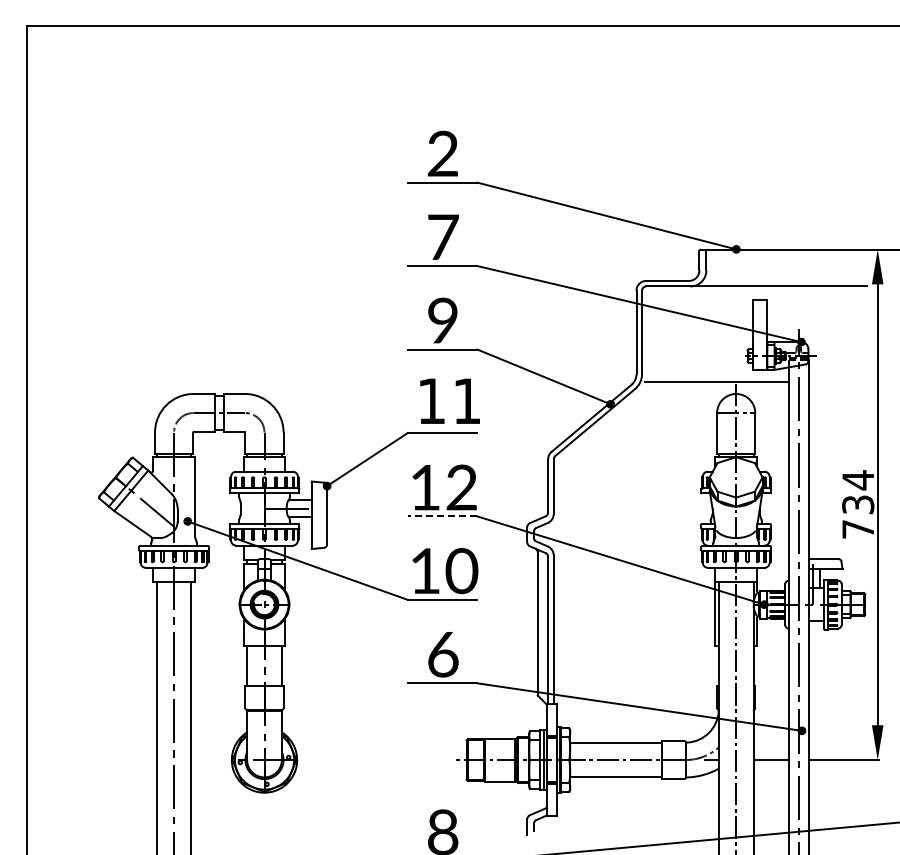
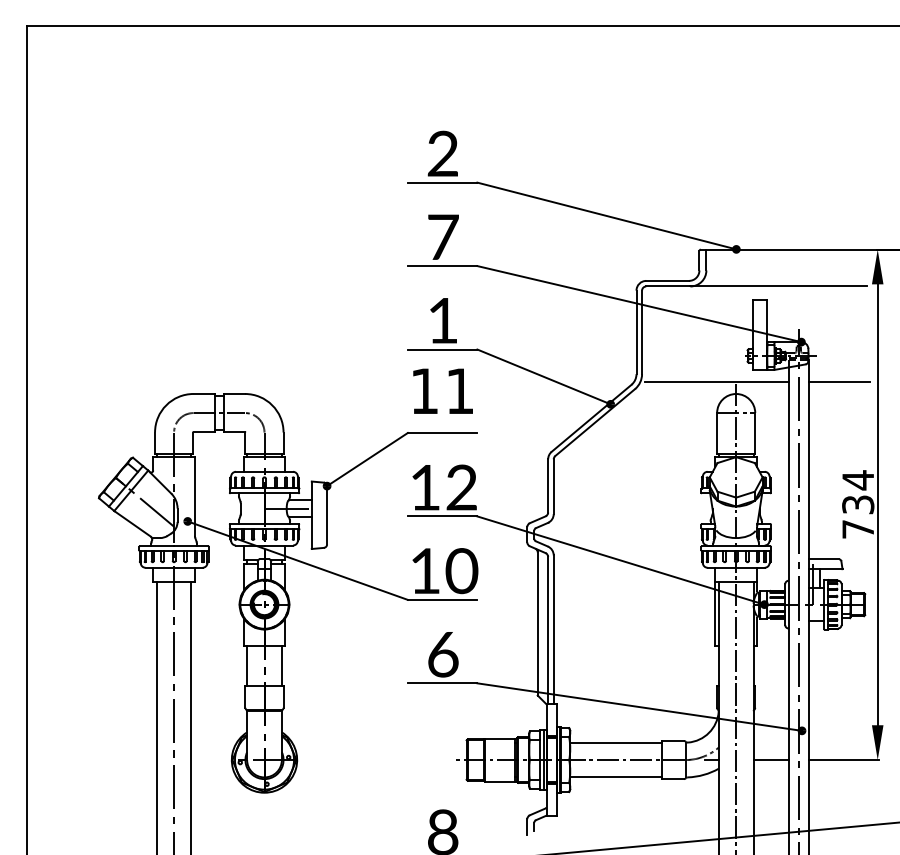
text at (442, 320): 9 -> 1
line at (839, 382): none -> present
text at (449, 400) position: (449, 400) -> (442, 390)
line at (442, 516): dashed -> solid
